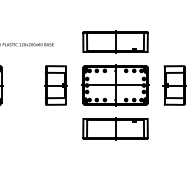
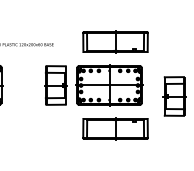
part at (115, 85) position: (115, 85) -> (109, 85)
part at (174, 85) position: (174, 85) -> (174, 96)
